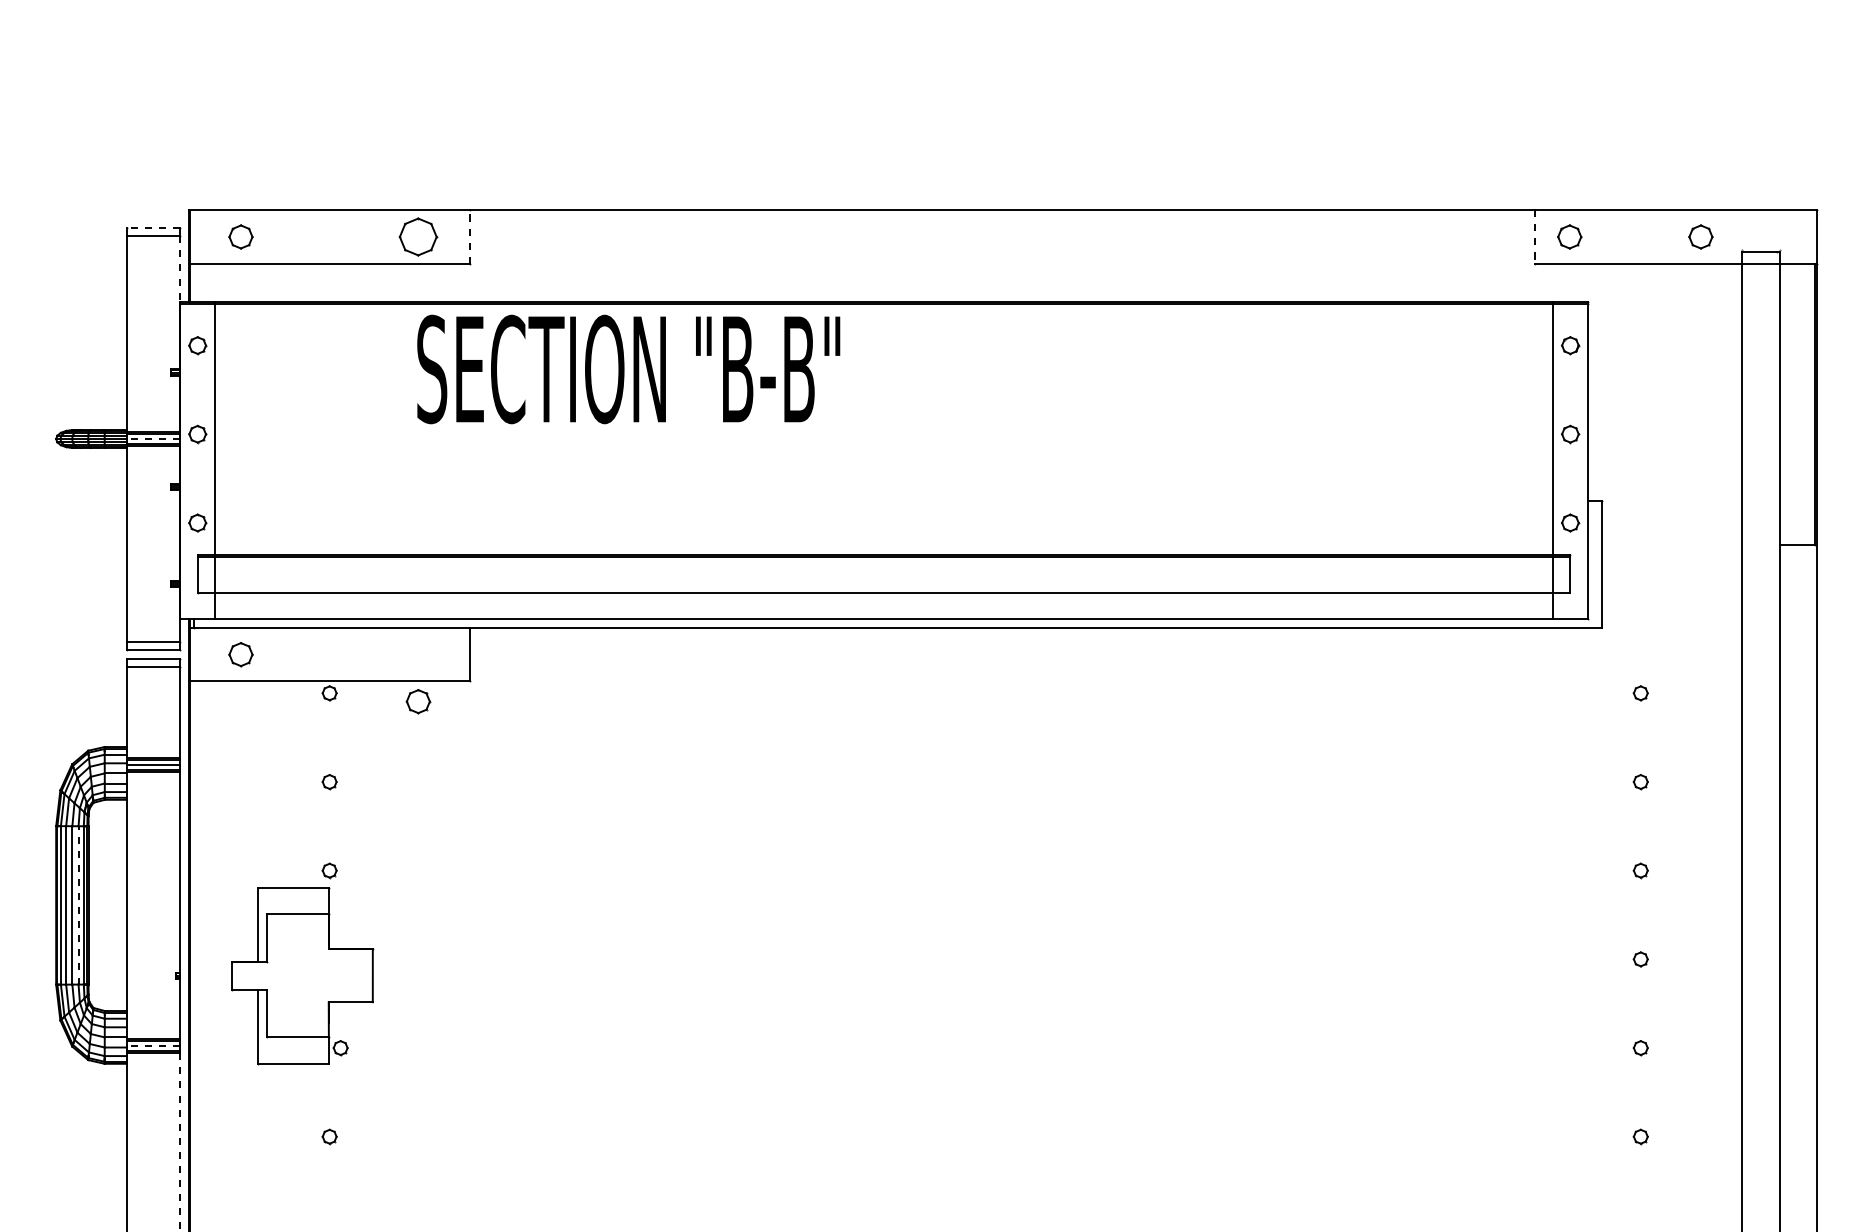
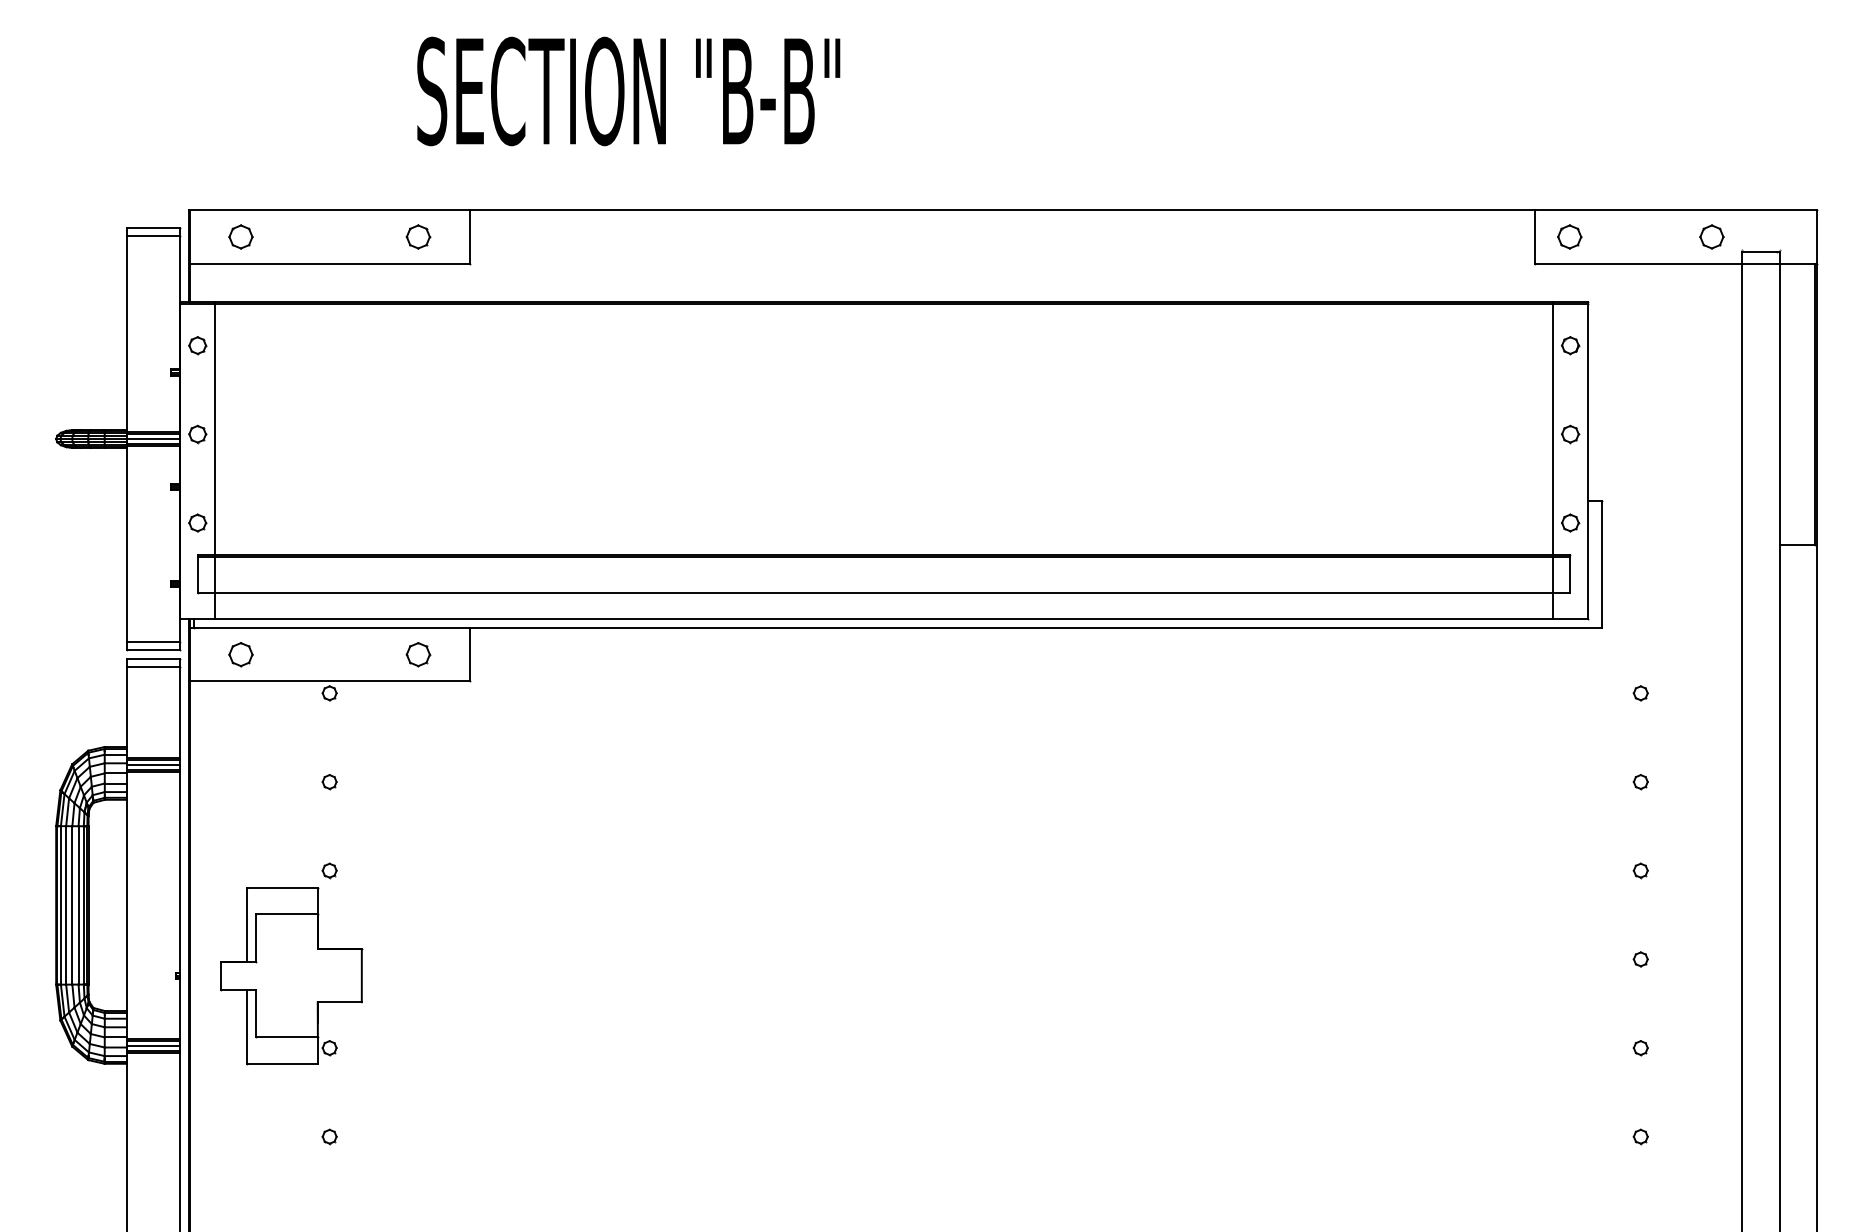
line at (153, 227): dashed -> solid
part at (418, 236) size: 41x40 px -> 27x26 px
line at (470, 236): dashed -> solid
line at (1535, 236): dashed -> solid
part at (1700, 236) position: (1700, 236) -> (1711, 236)
line at (180, 269): dashed -> solid
text at (628, 369) position: (628, 369) -> (628, 91)
line at (153, 439): dashed -> solid
part at (418, 701) position: (418, 701) -> (418, 654)
line at (78, 904): dashed -> solid
part at (302, 976) position: (302, 976) -> (291, 976)
line at (153, 1046): dashed -> solid
line at (180, 1142): dashed -> solid
